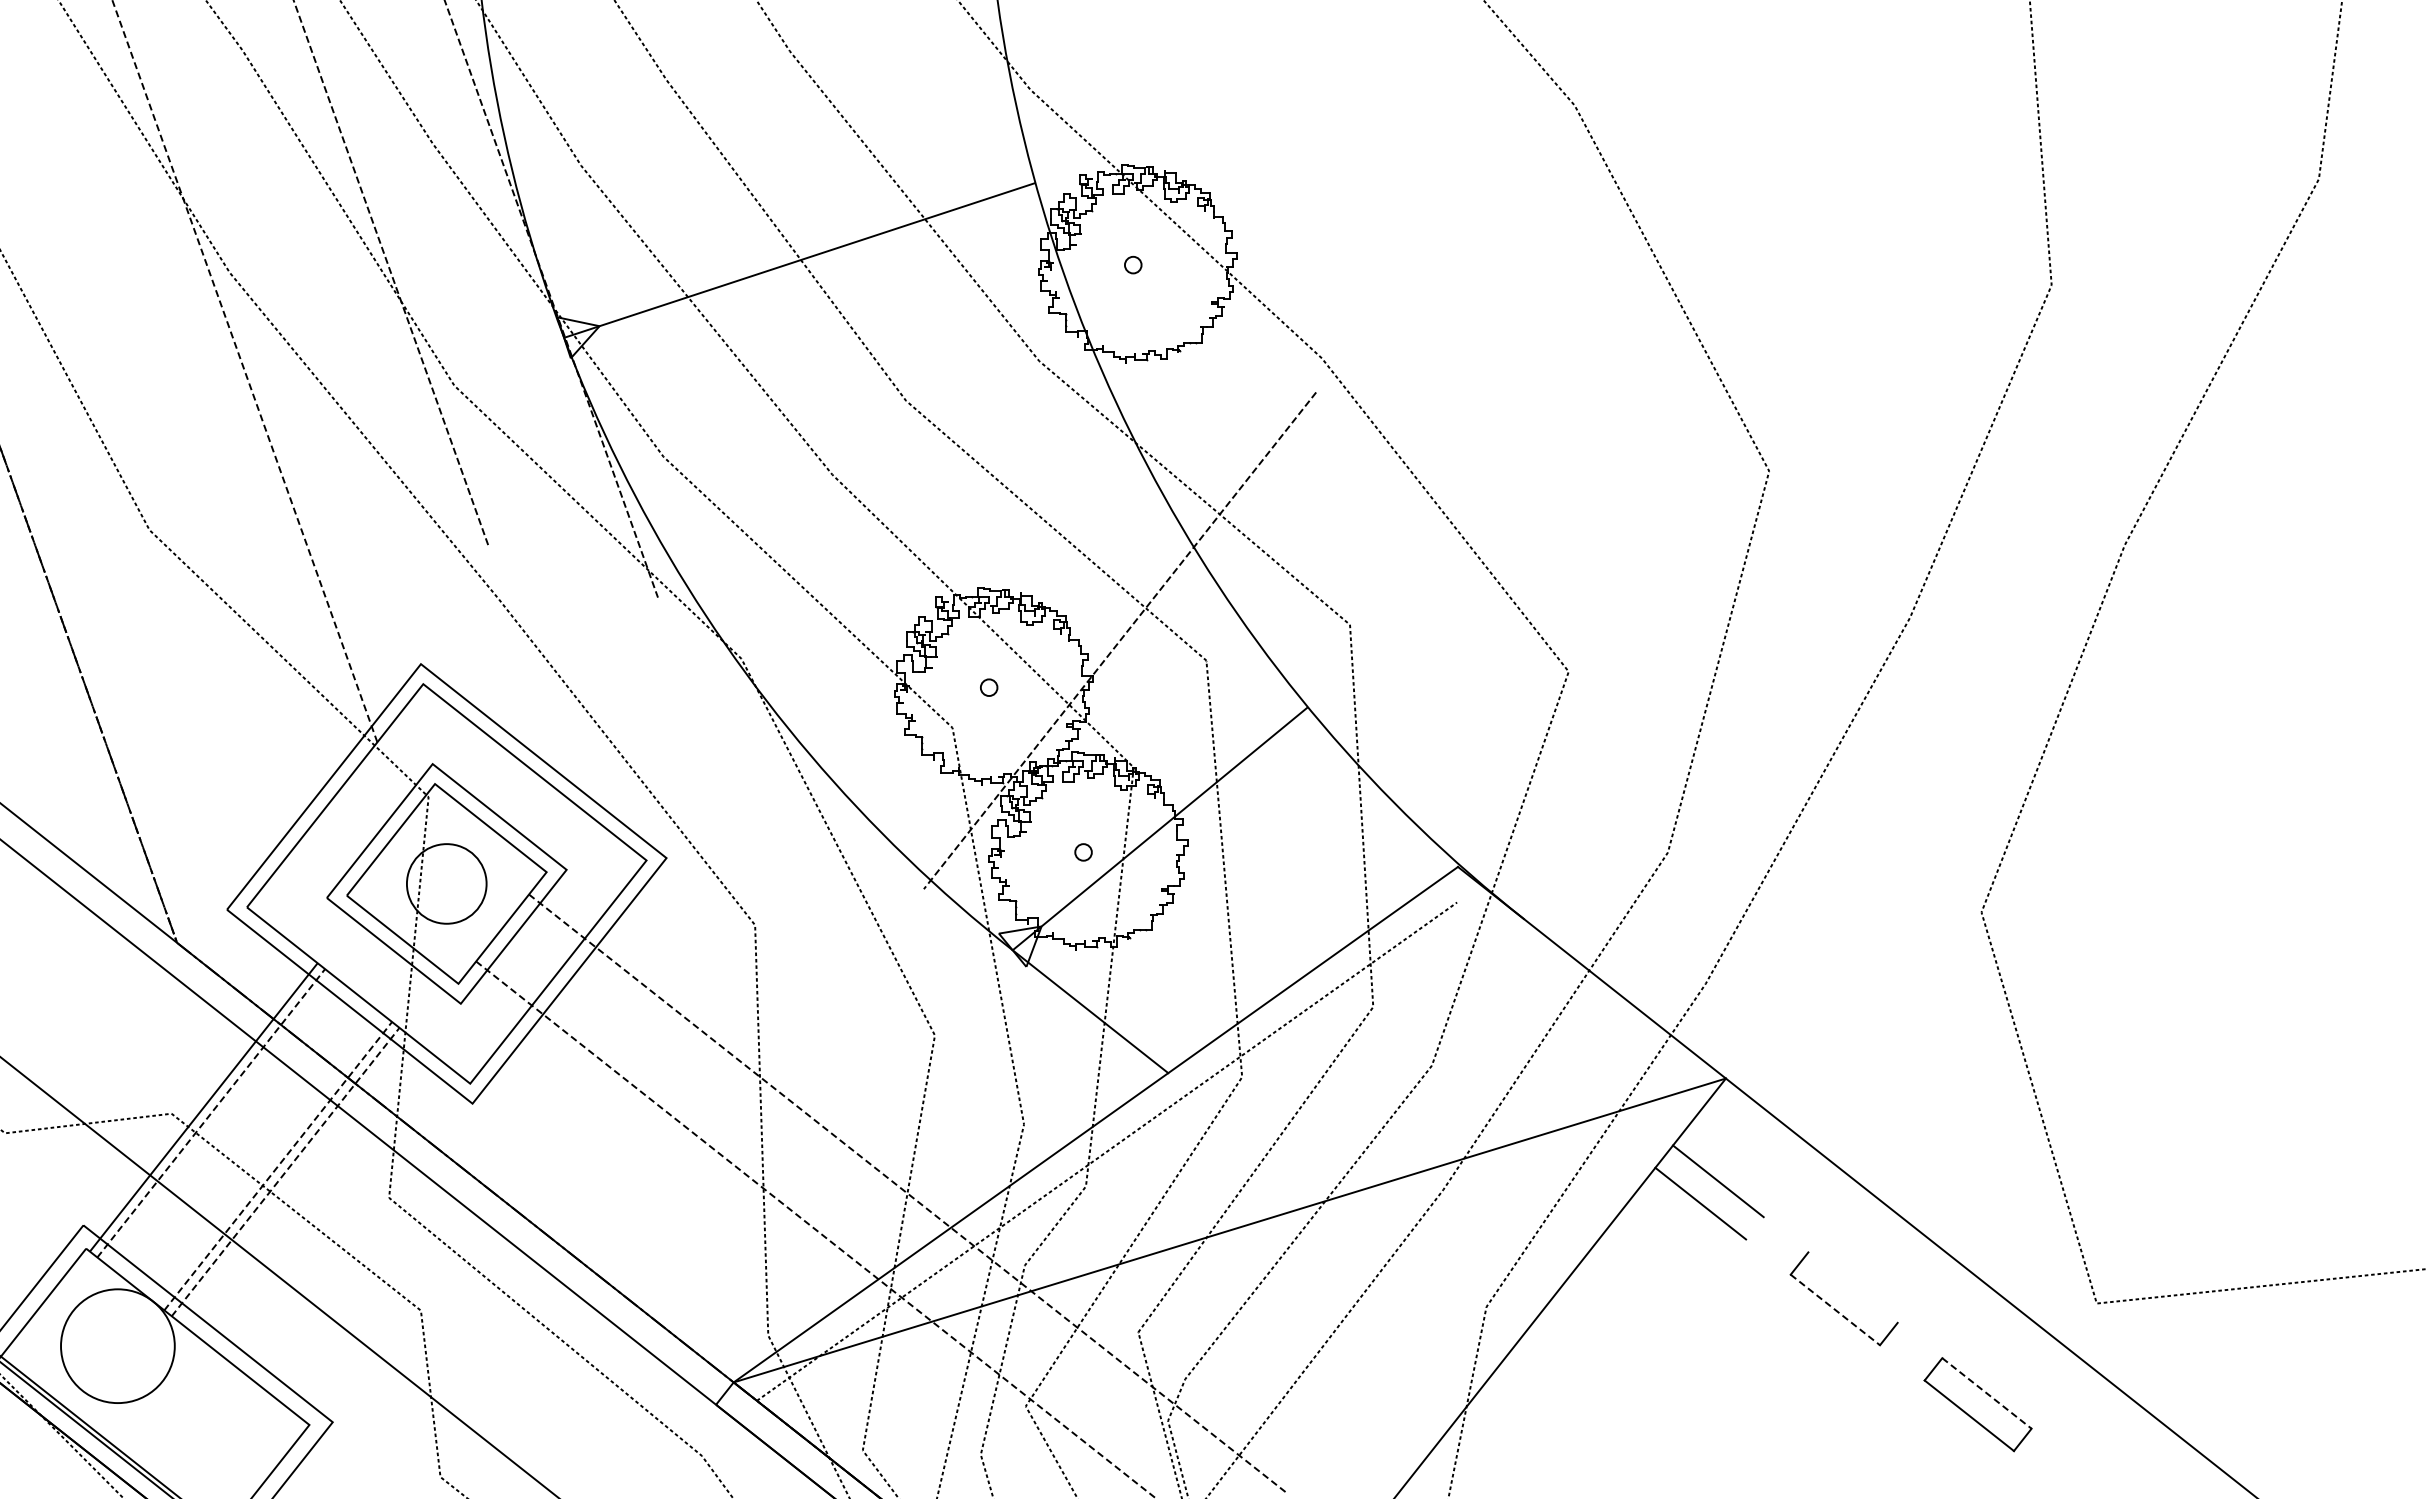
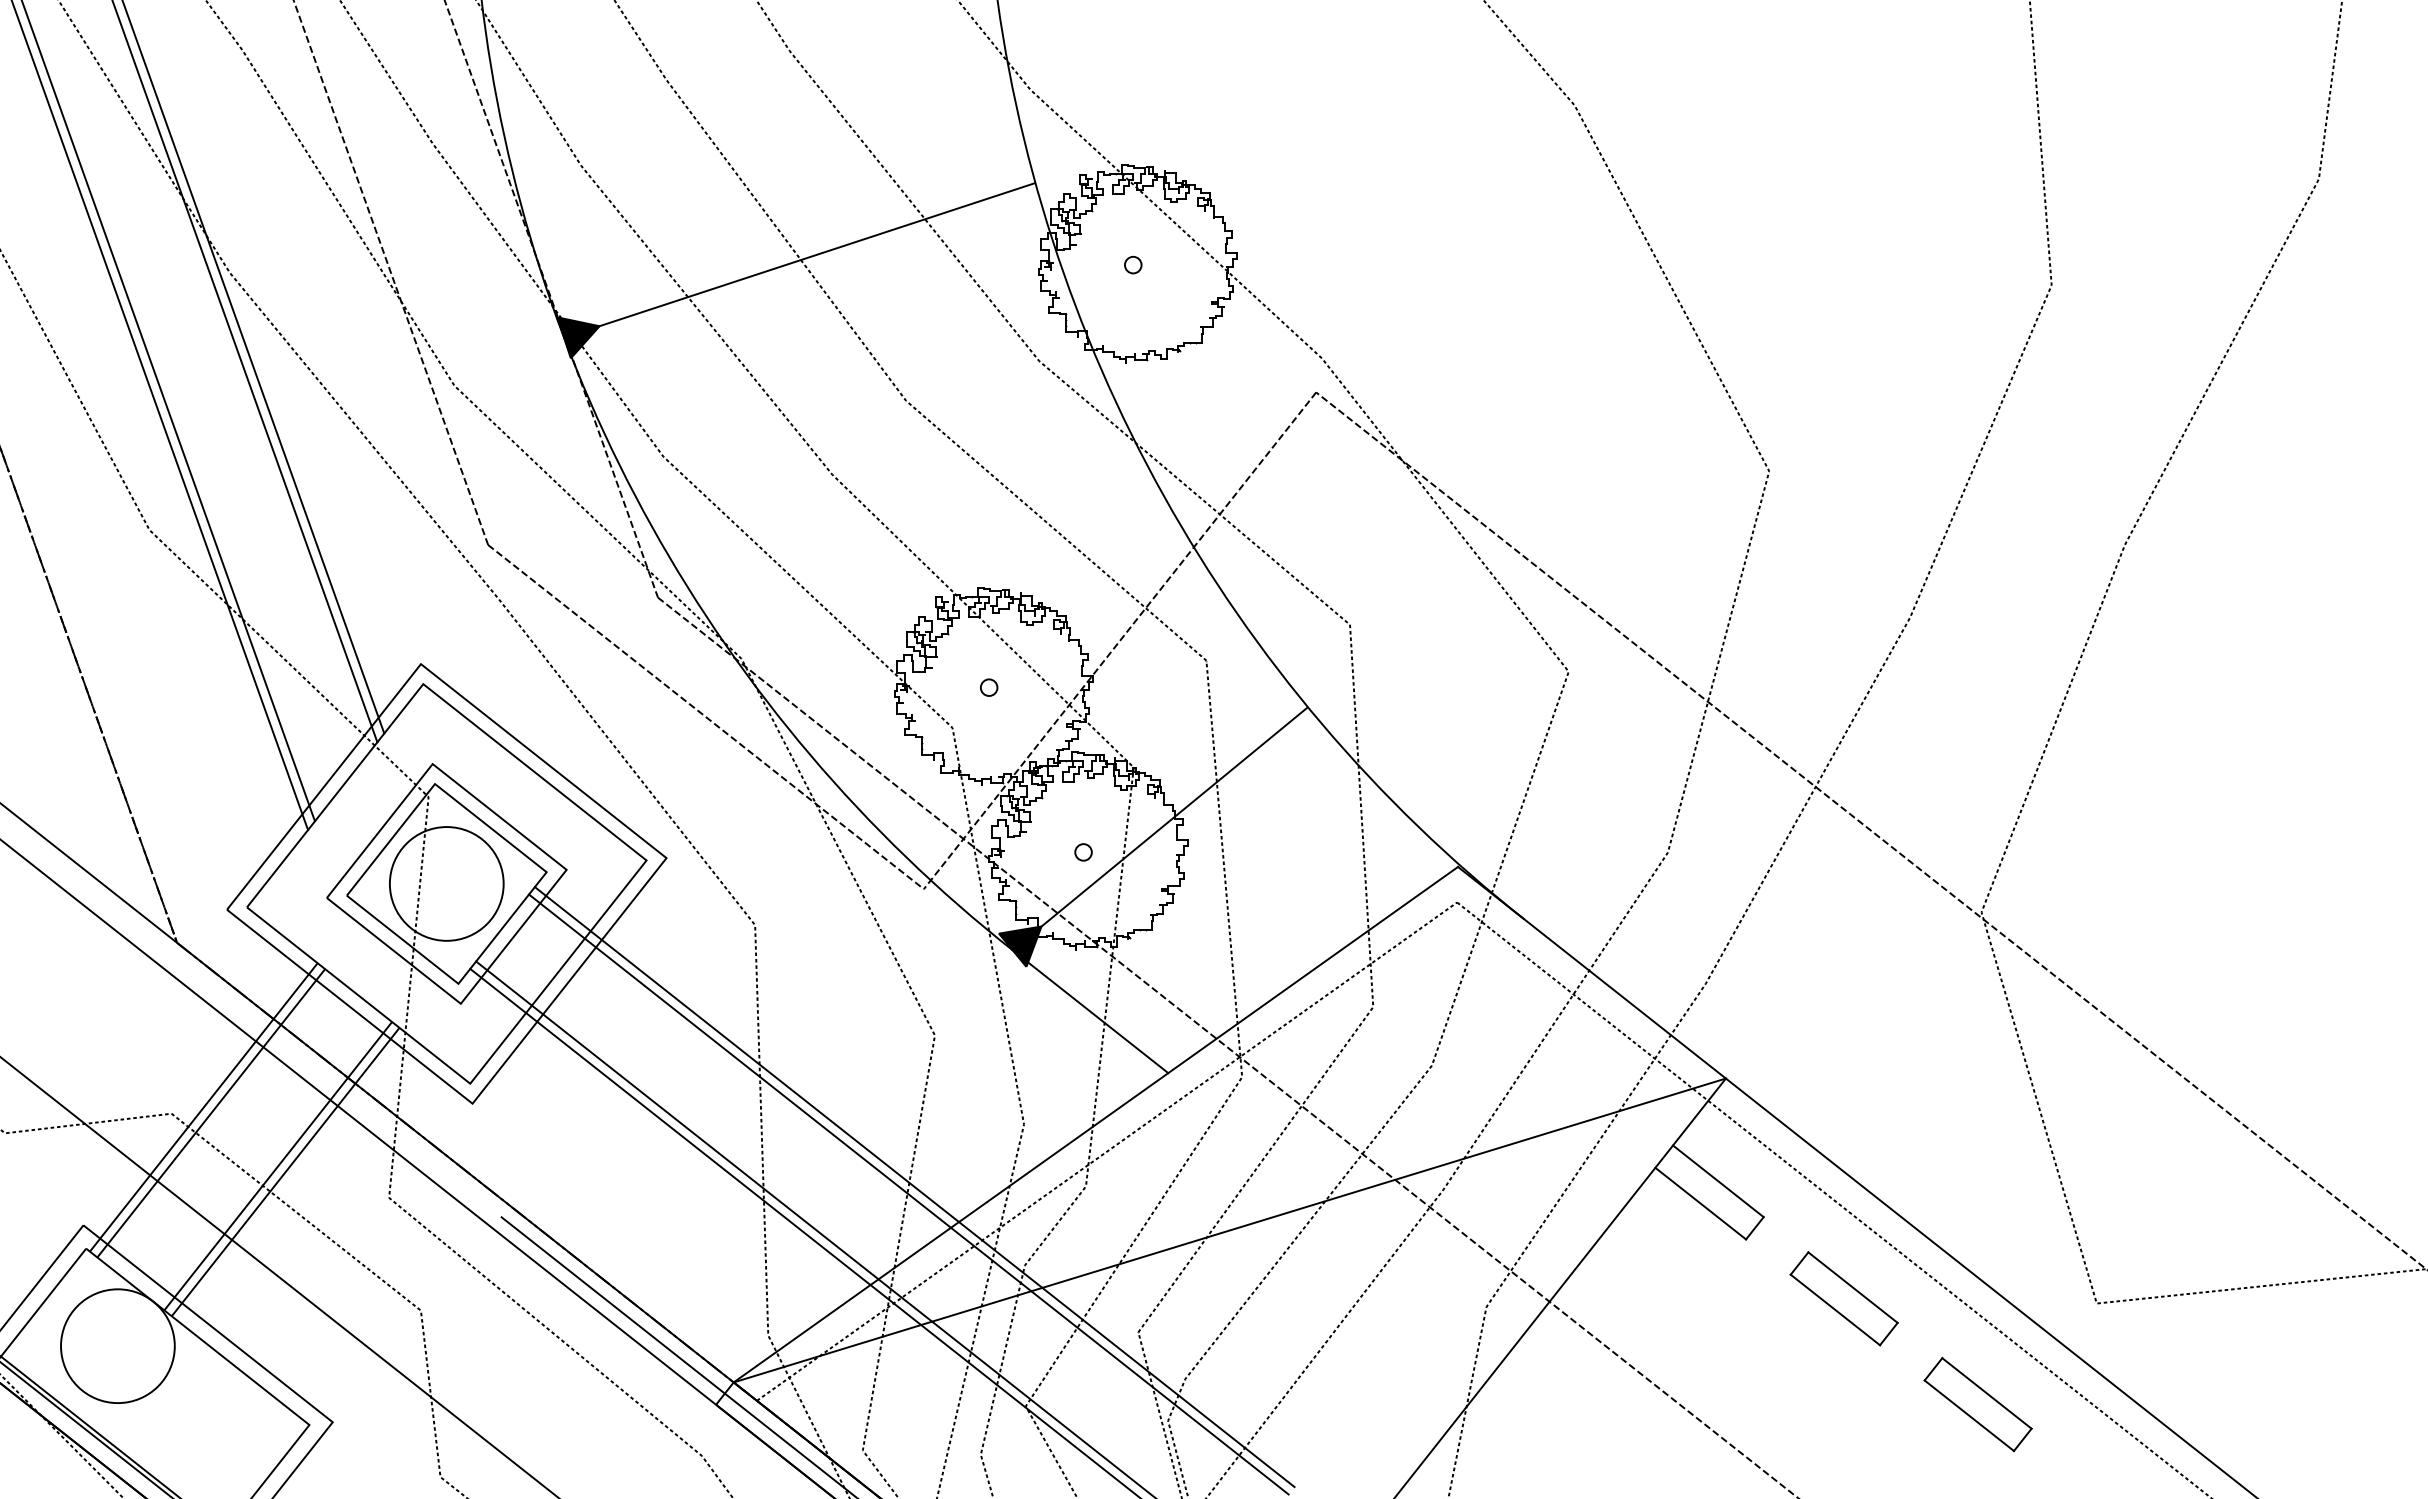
fill at (578, 337): none -> present
line at (253, 367): none -> present
line at (244, 371): dashed -> solid
line at (168, 411): none -> present
line at (160, 416): none -> present
line at (705, 717): none -> present
line at (1870, 829): none -> present
circle at (446, 883) diameter: 80 px -> 114 px
fill at (1020, 946): none -> present
line at (1226, 1046): none -> present
line at (211, 1113): dashed -> solid
line at (278, 1166): dashed -> solid
line at (285, 1172): dashed -> solid
line at (914, 1187): none -> present
line at (908, 1194): dashed -> solid
line at (1832, 1198): none -> present
line at (1754, 1228): none -> present
line at (816, 1230): dashed -> solid
line at (803, 1231): none -> present
line at (1852, 1287): none -> present
line at (1835, 1309): dashed -> solid
line at (677, 1356): none -> present
line at (1986, 1393): dashed -> solid
